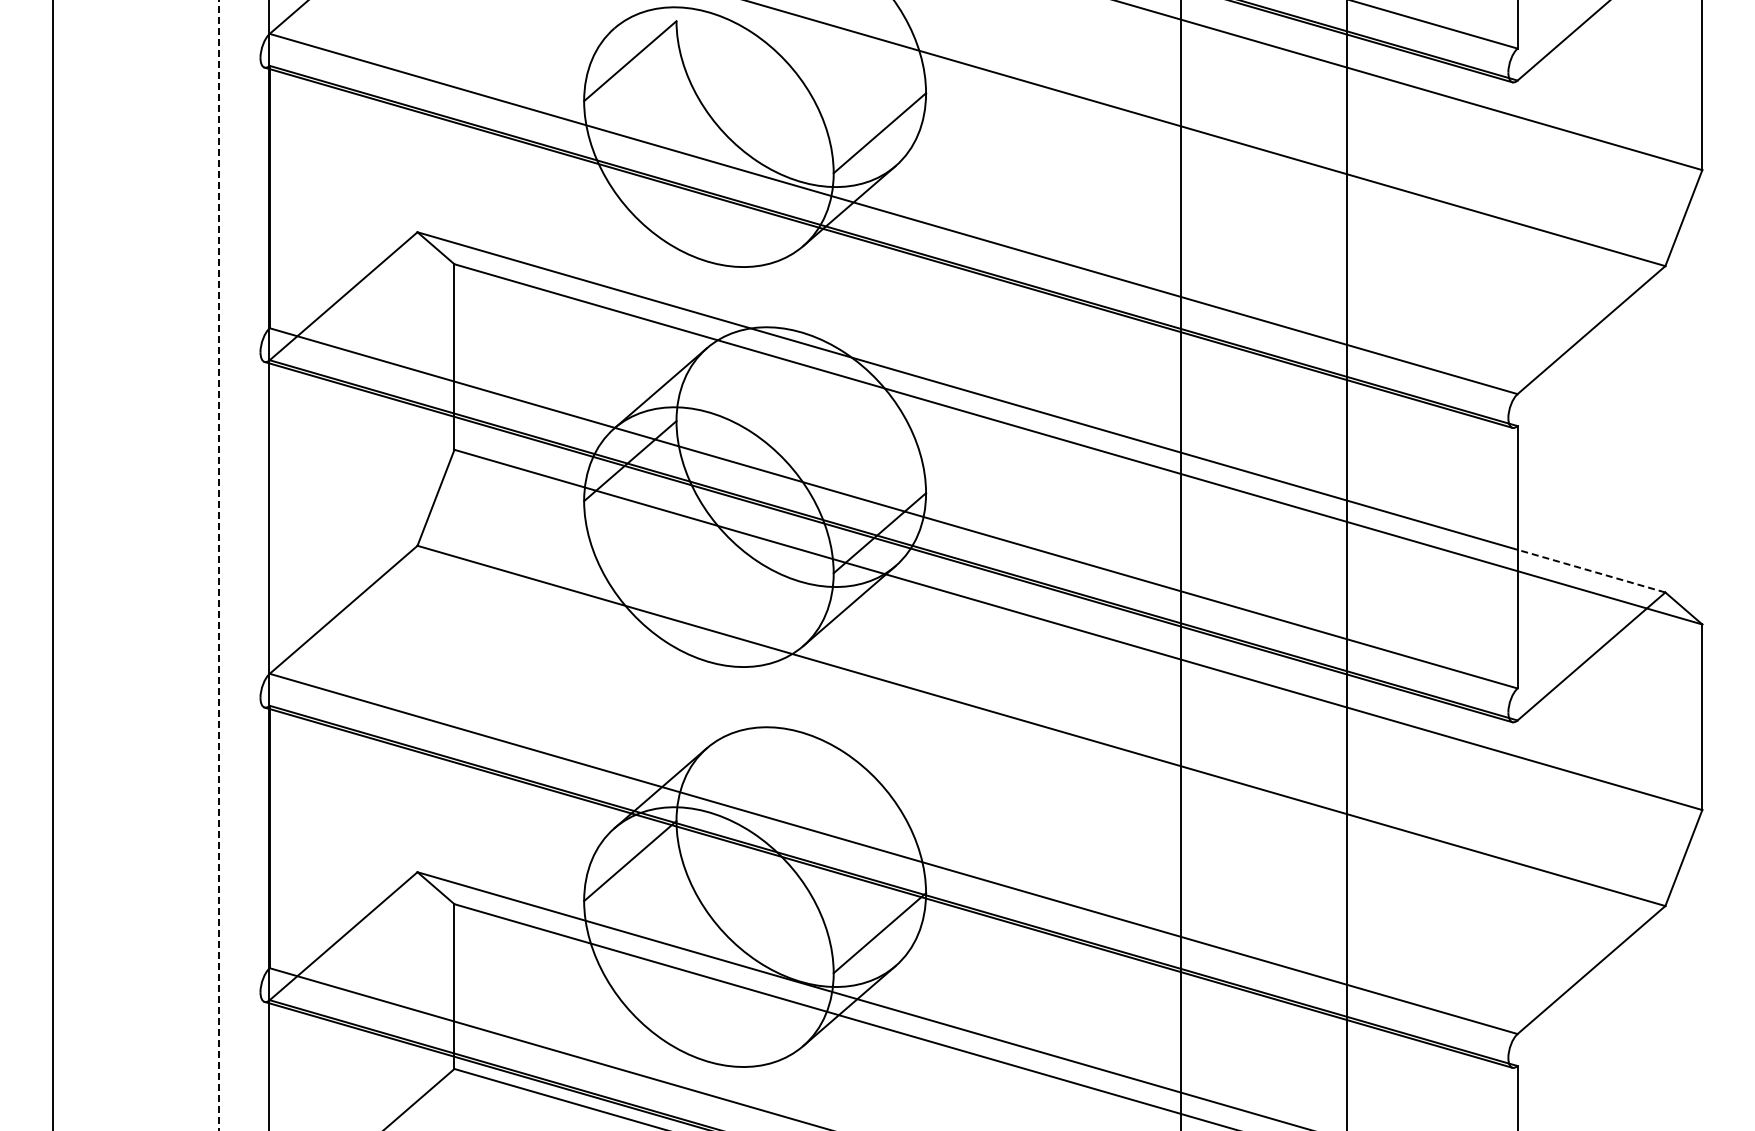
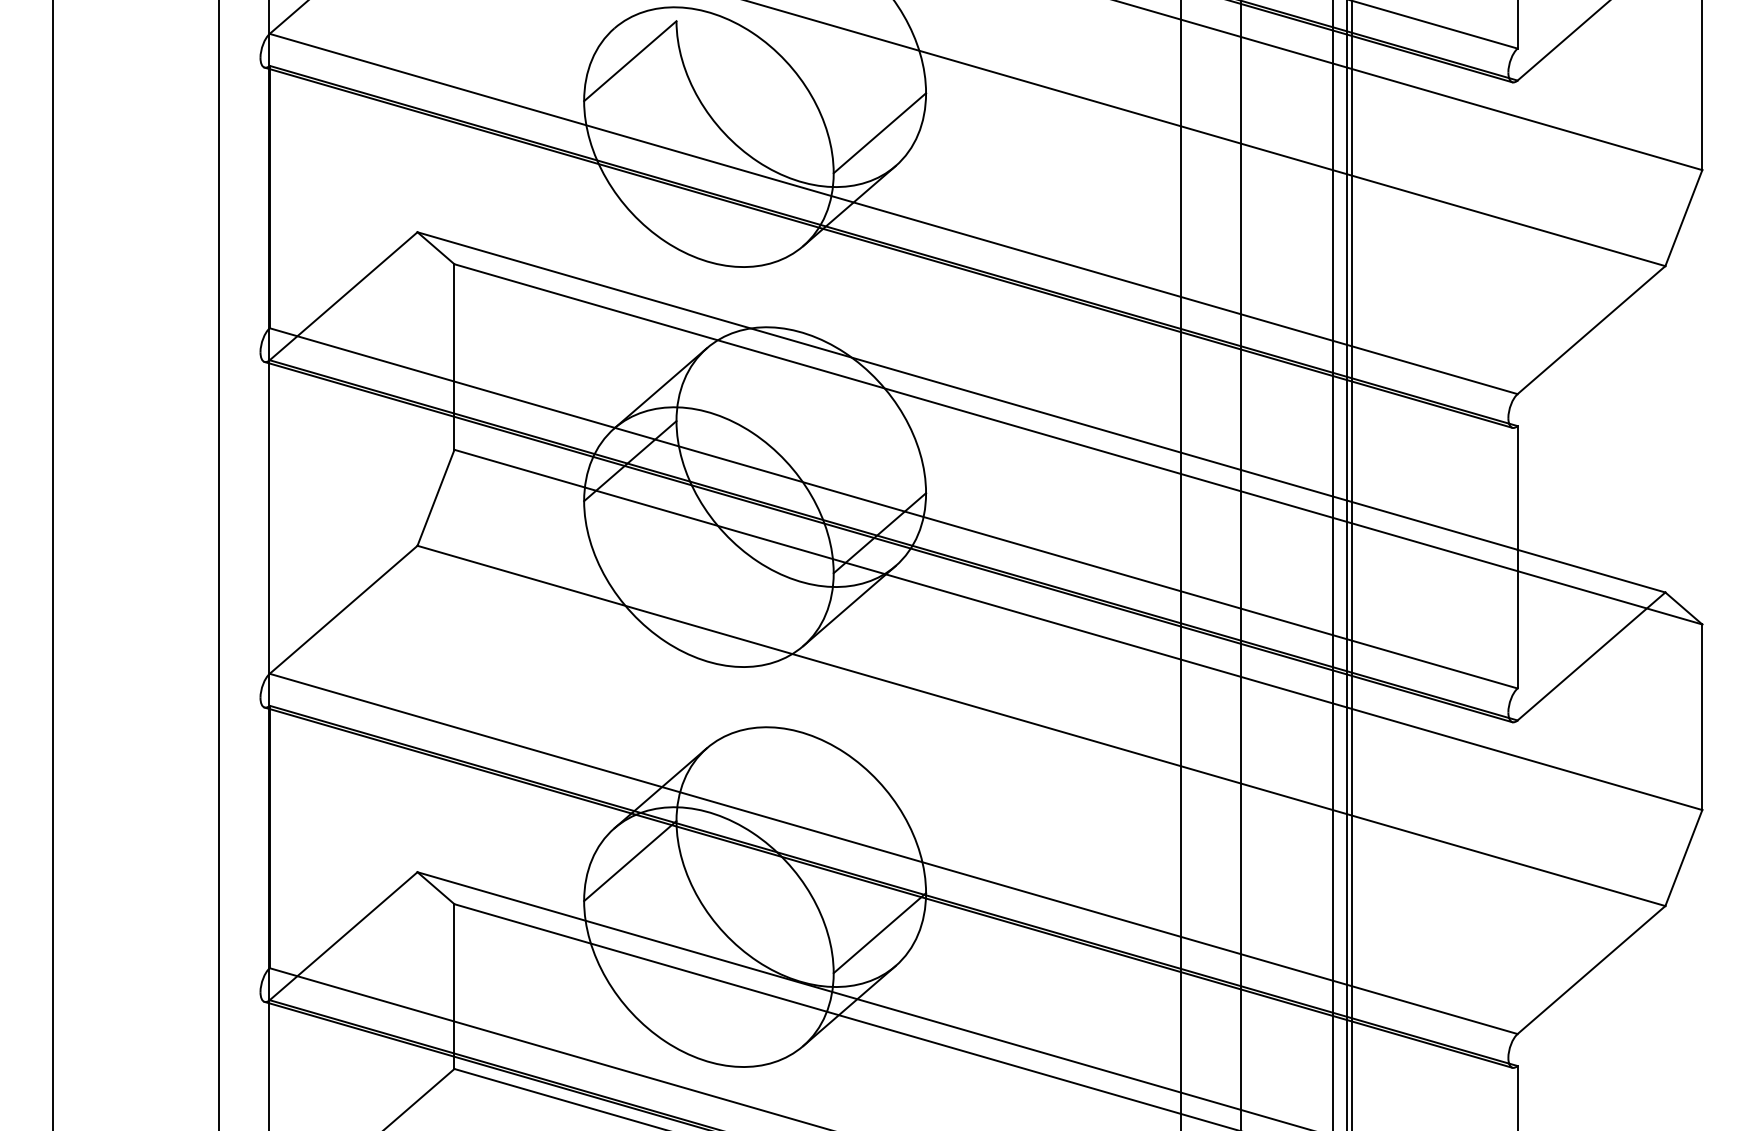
line at (1240, 564): none -> present
line at (1333, 564): none -> present
line at (1351, 564): none -> present
line at (218, 565): dashed -> solid
line at (1591, 571): dashed -> solid
